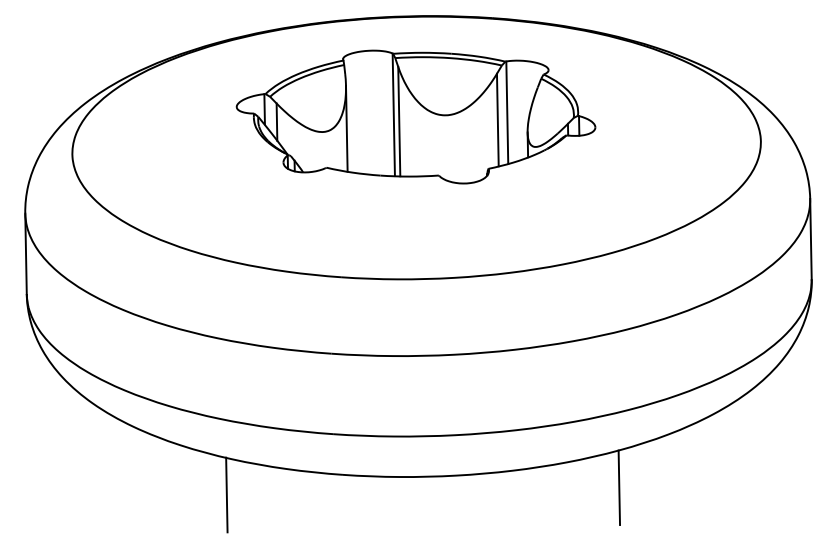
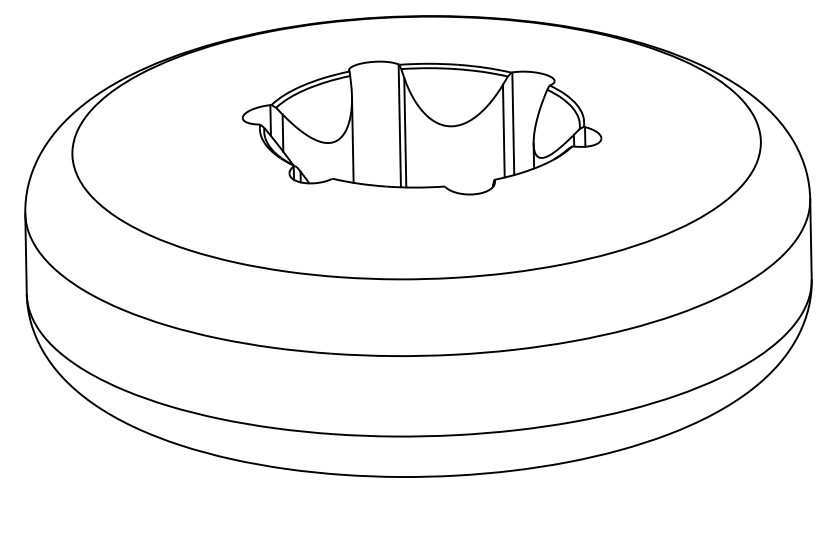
part at (415, 116) position: (415, 116) -> (421, 127)
line at (619, 487): present -> none
line at (226, 494): present -> none
